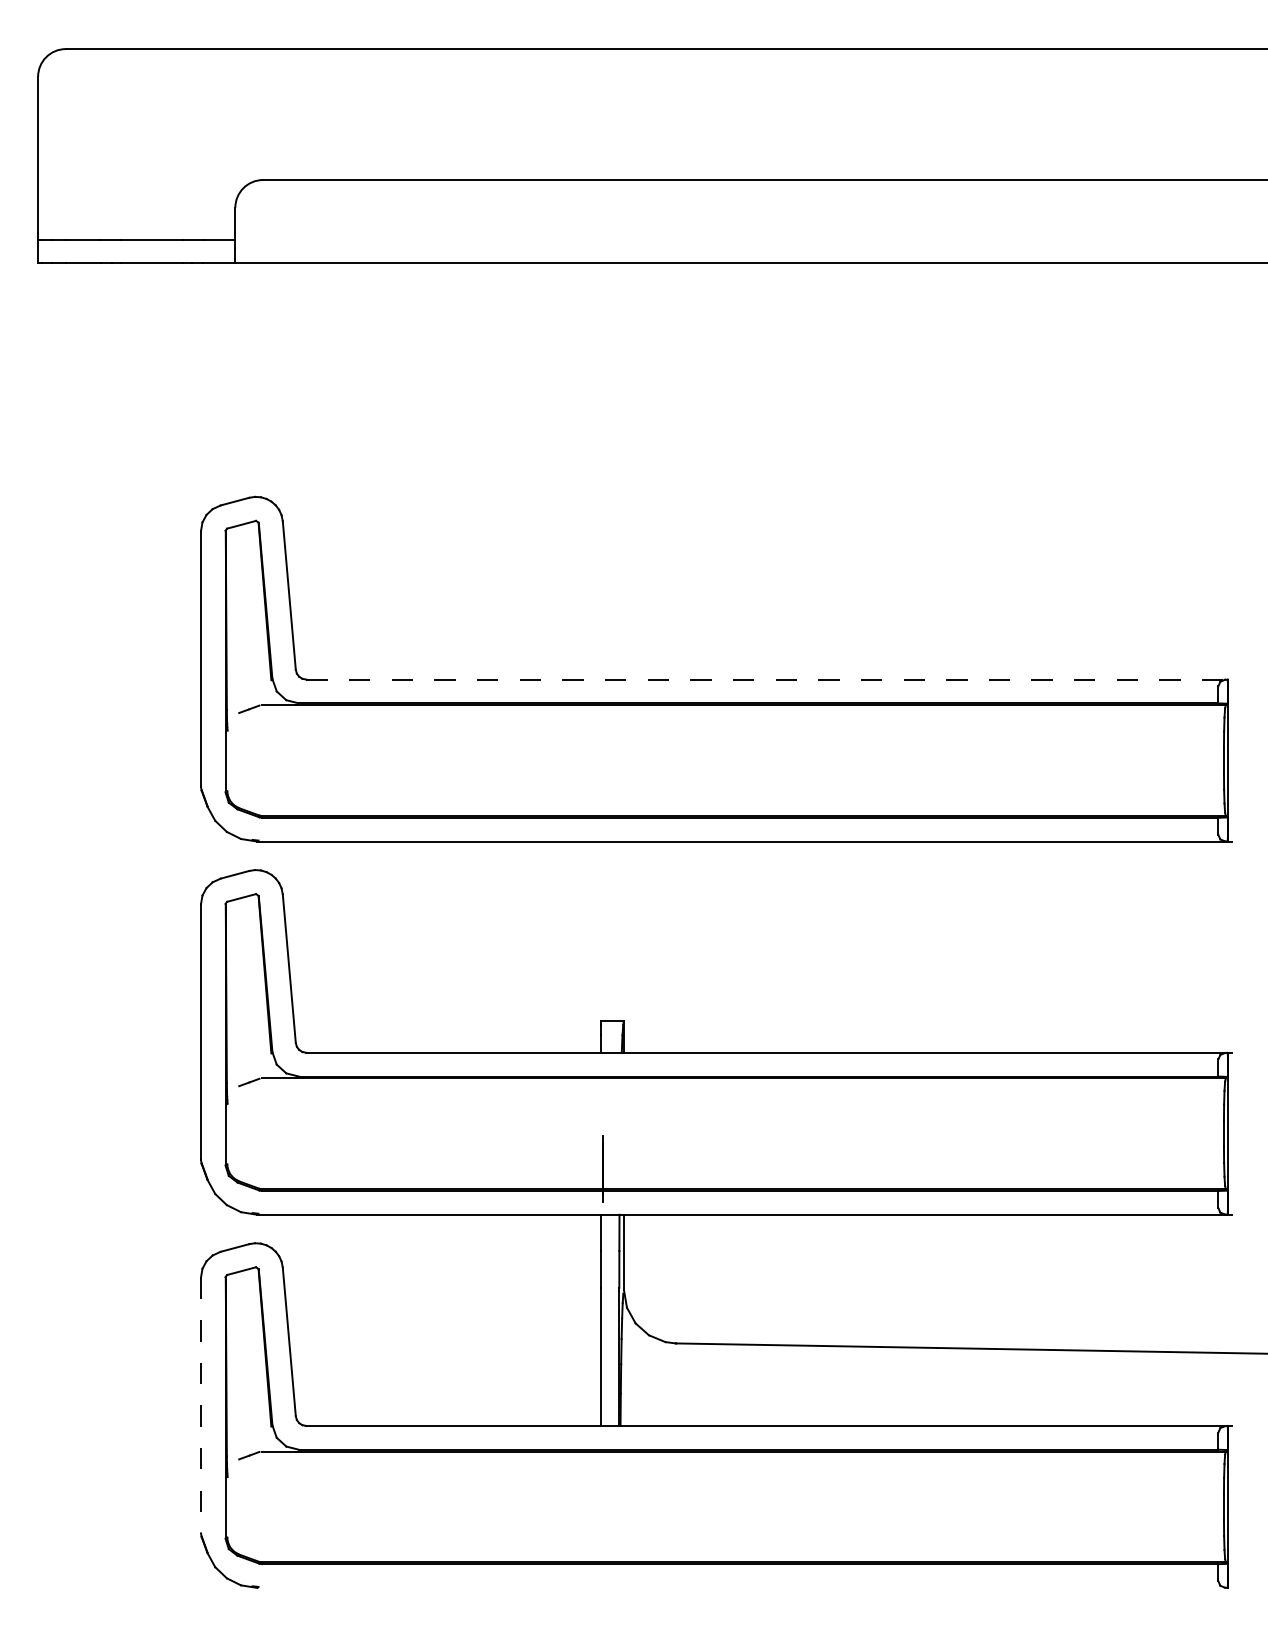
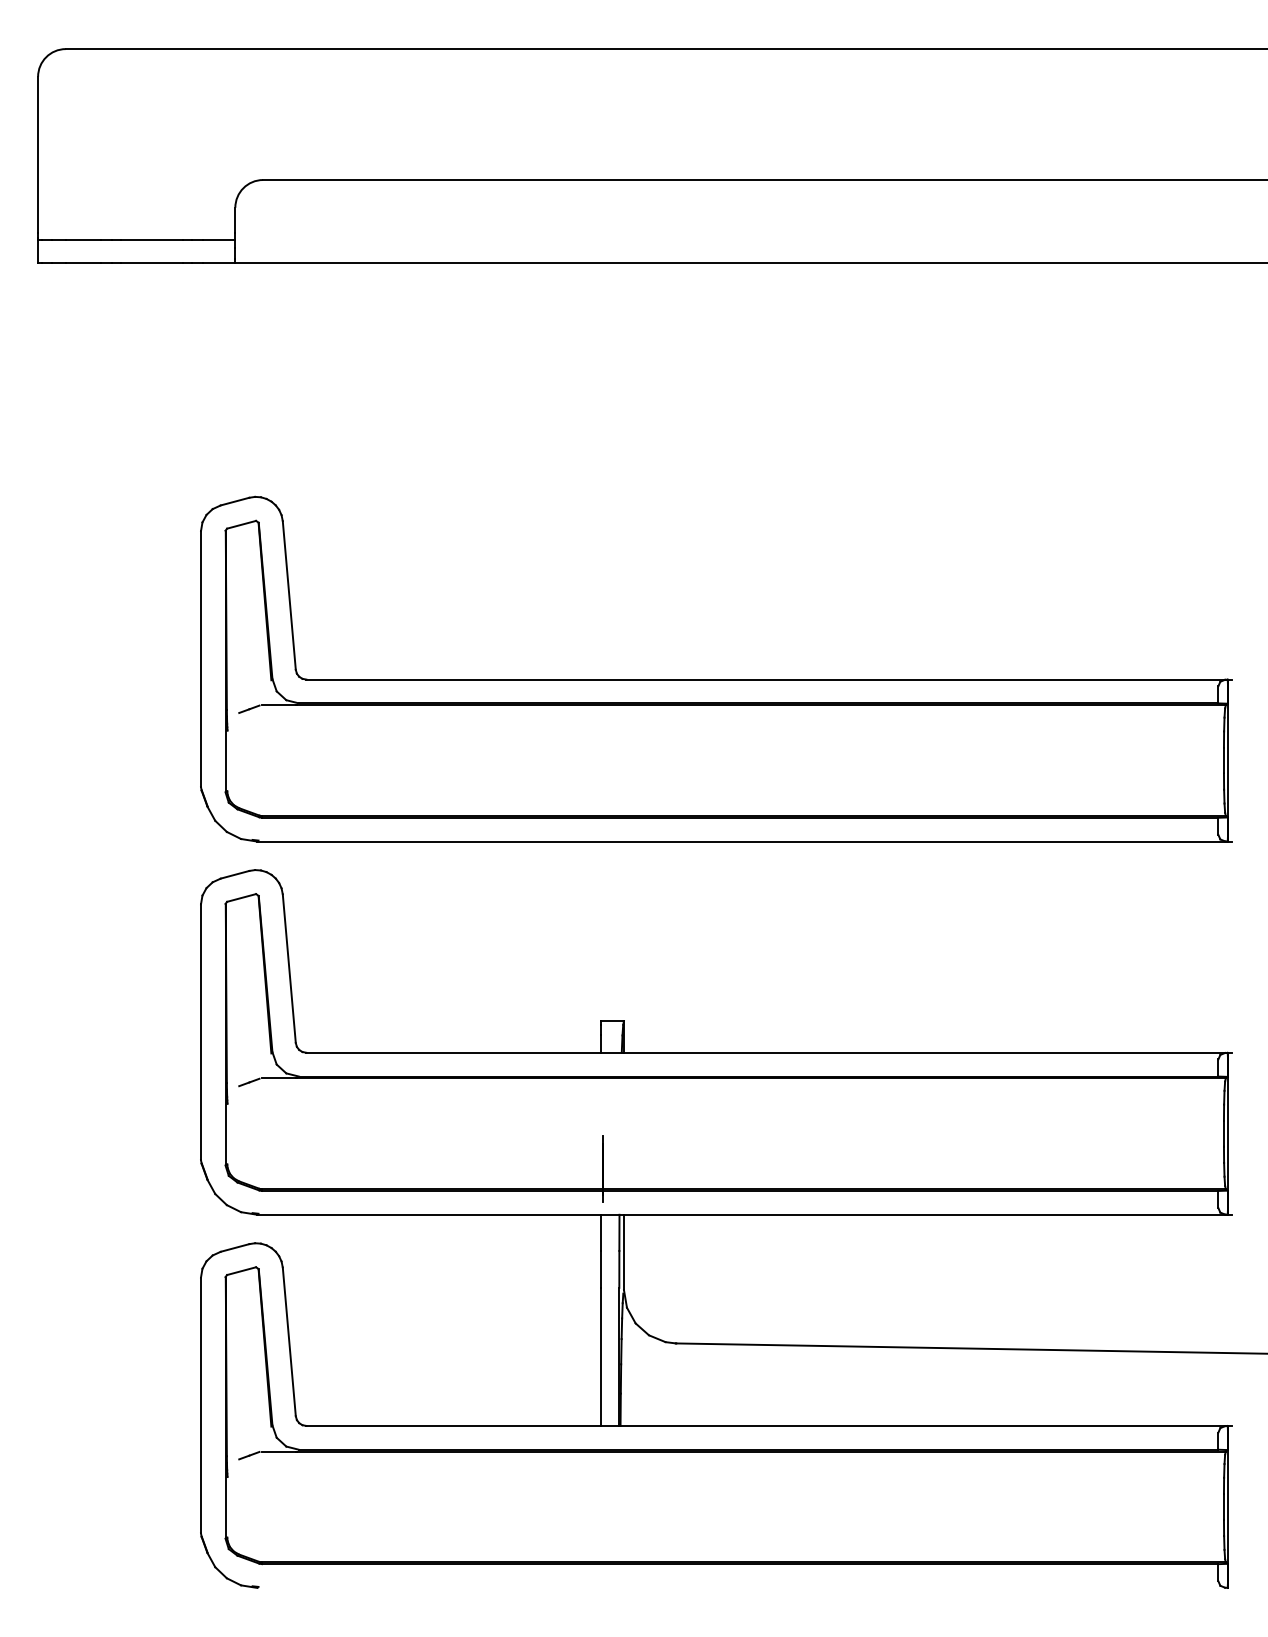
line at (769, 679): dashed -> solid
line at (201, 1405): dashed -> solid
